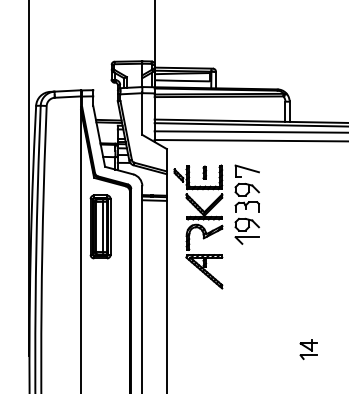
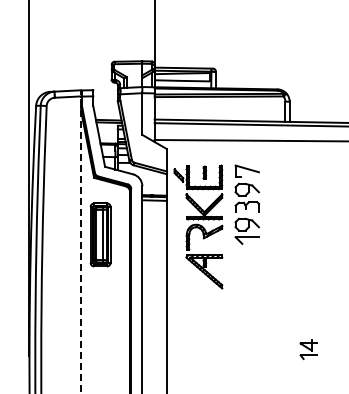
line at (249, 131): present -> none
part at (100, 226) position: (100, 226) -> (100, 234)
line at (81, 242): solid -> dashed
